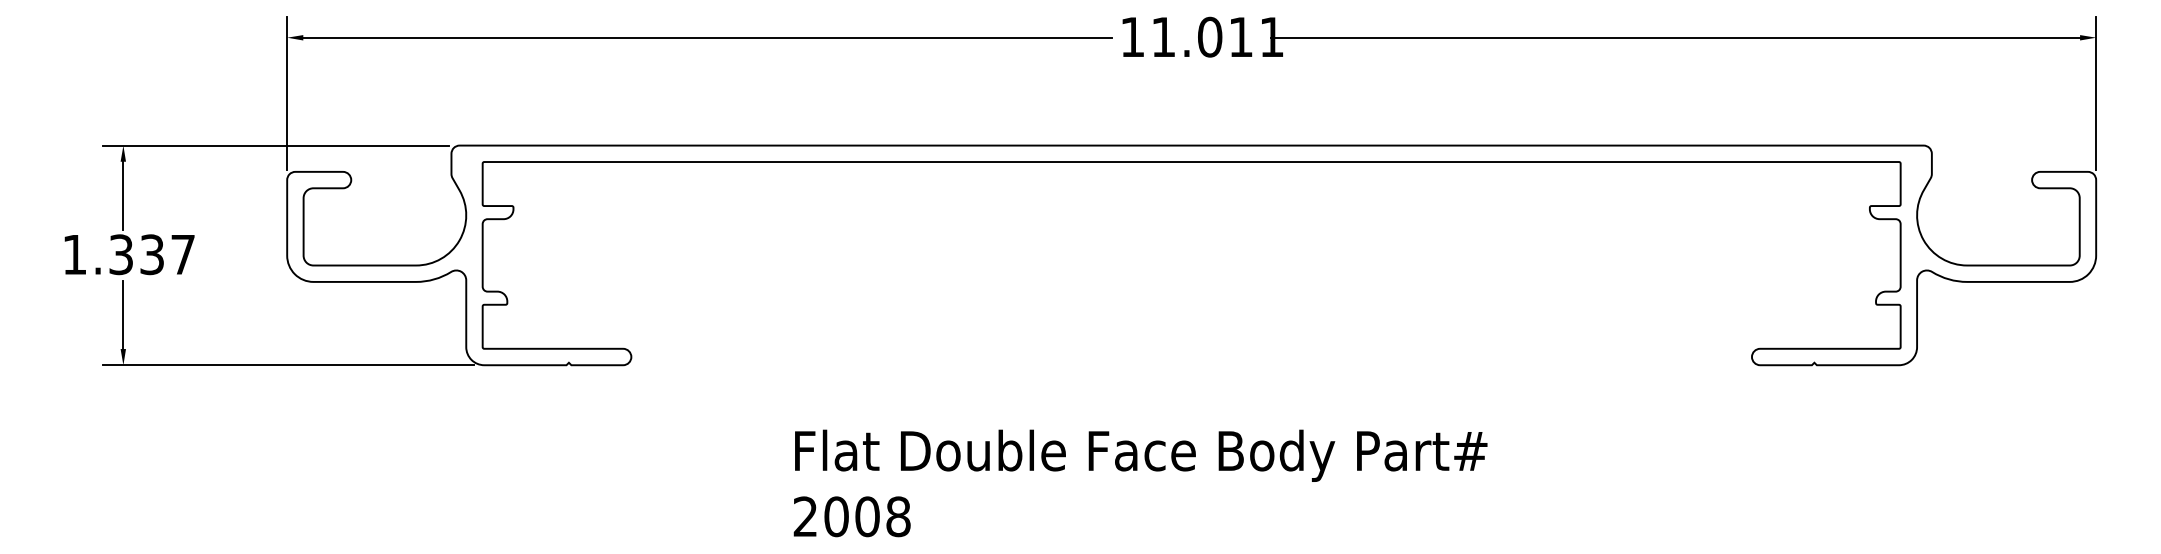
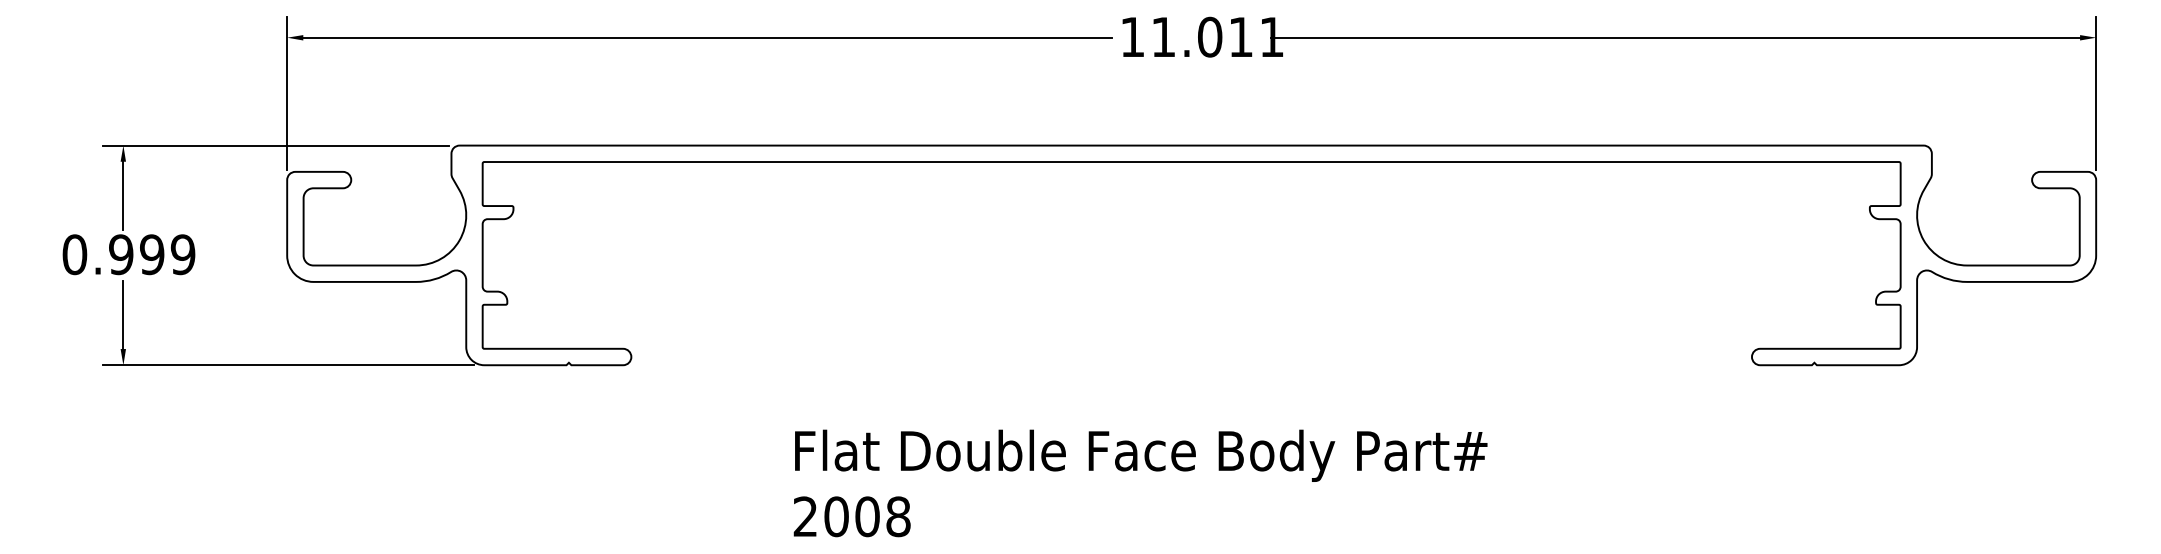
text at (128, 254): 1.337 -> 0.999
